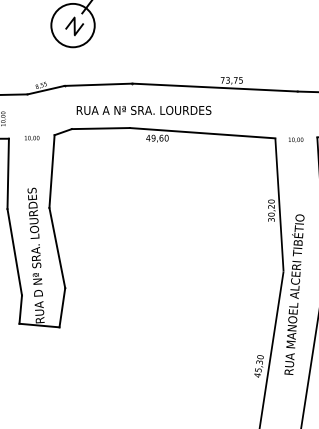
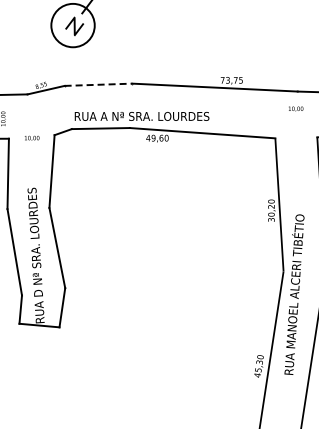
line at (98, 84): solid -> dashed
text at (143, 110) position: (143, 110) -> (141, 116)
text at (296, 139) position: (296, 139) -> (296, 108)
